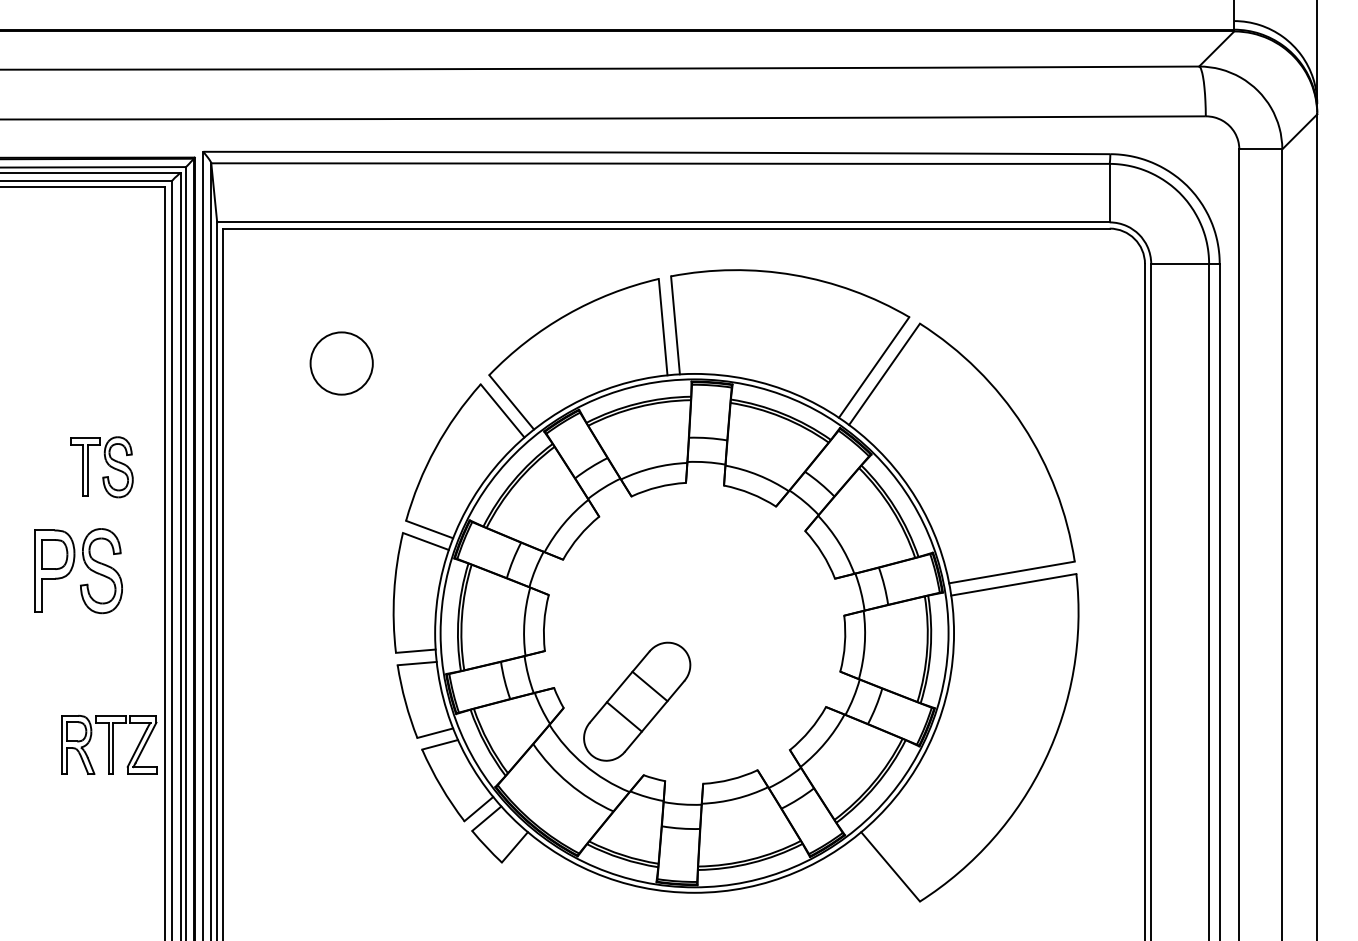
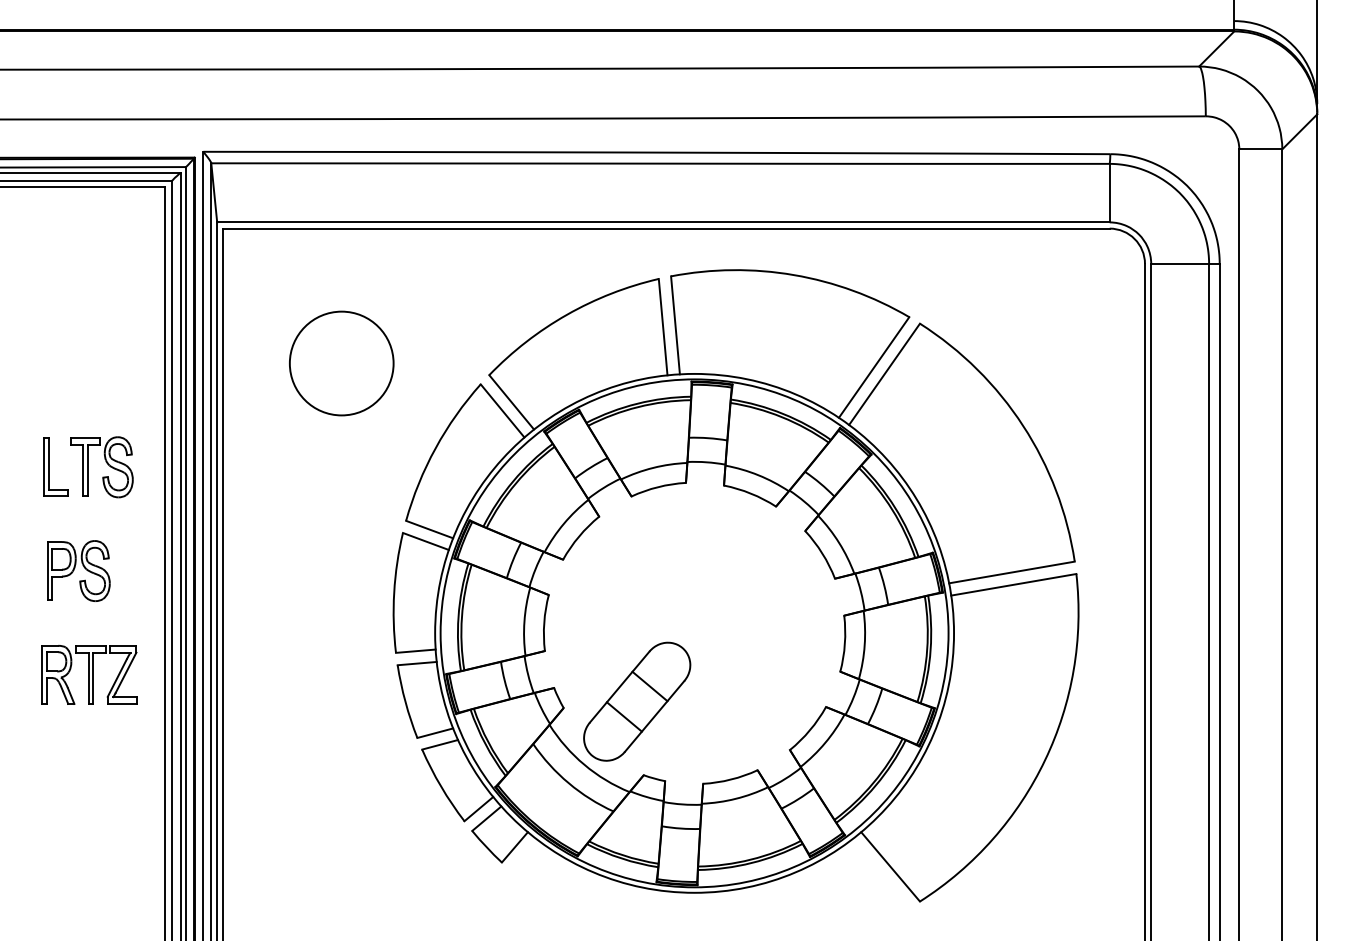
circle at (341, 363) diameter: 62 px -> 104 px
part at (55, 466): none -> present
part at (78, 571) size: 89x87 px -> 64x62 px
part at (109, 744) position: (109, 744) -> (89, 674)
